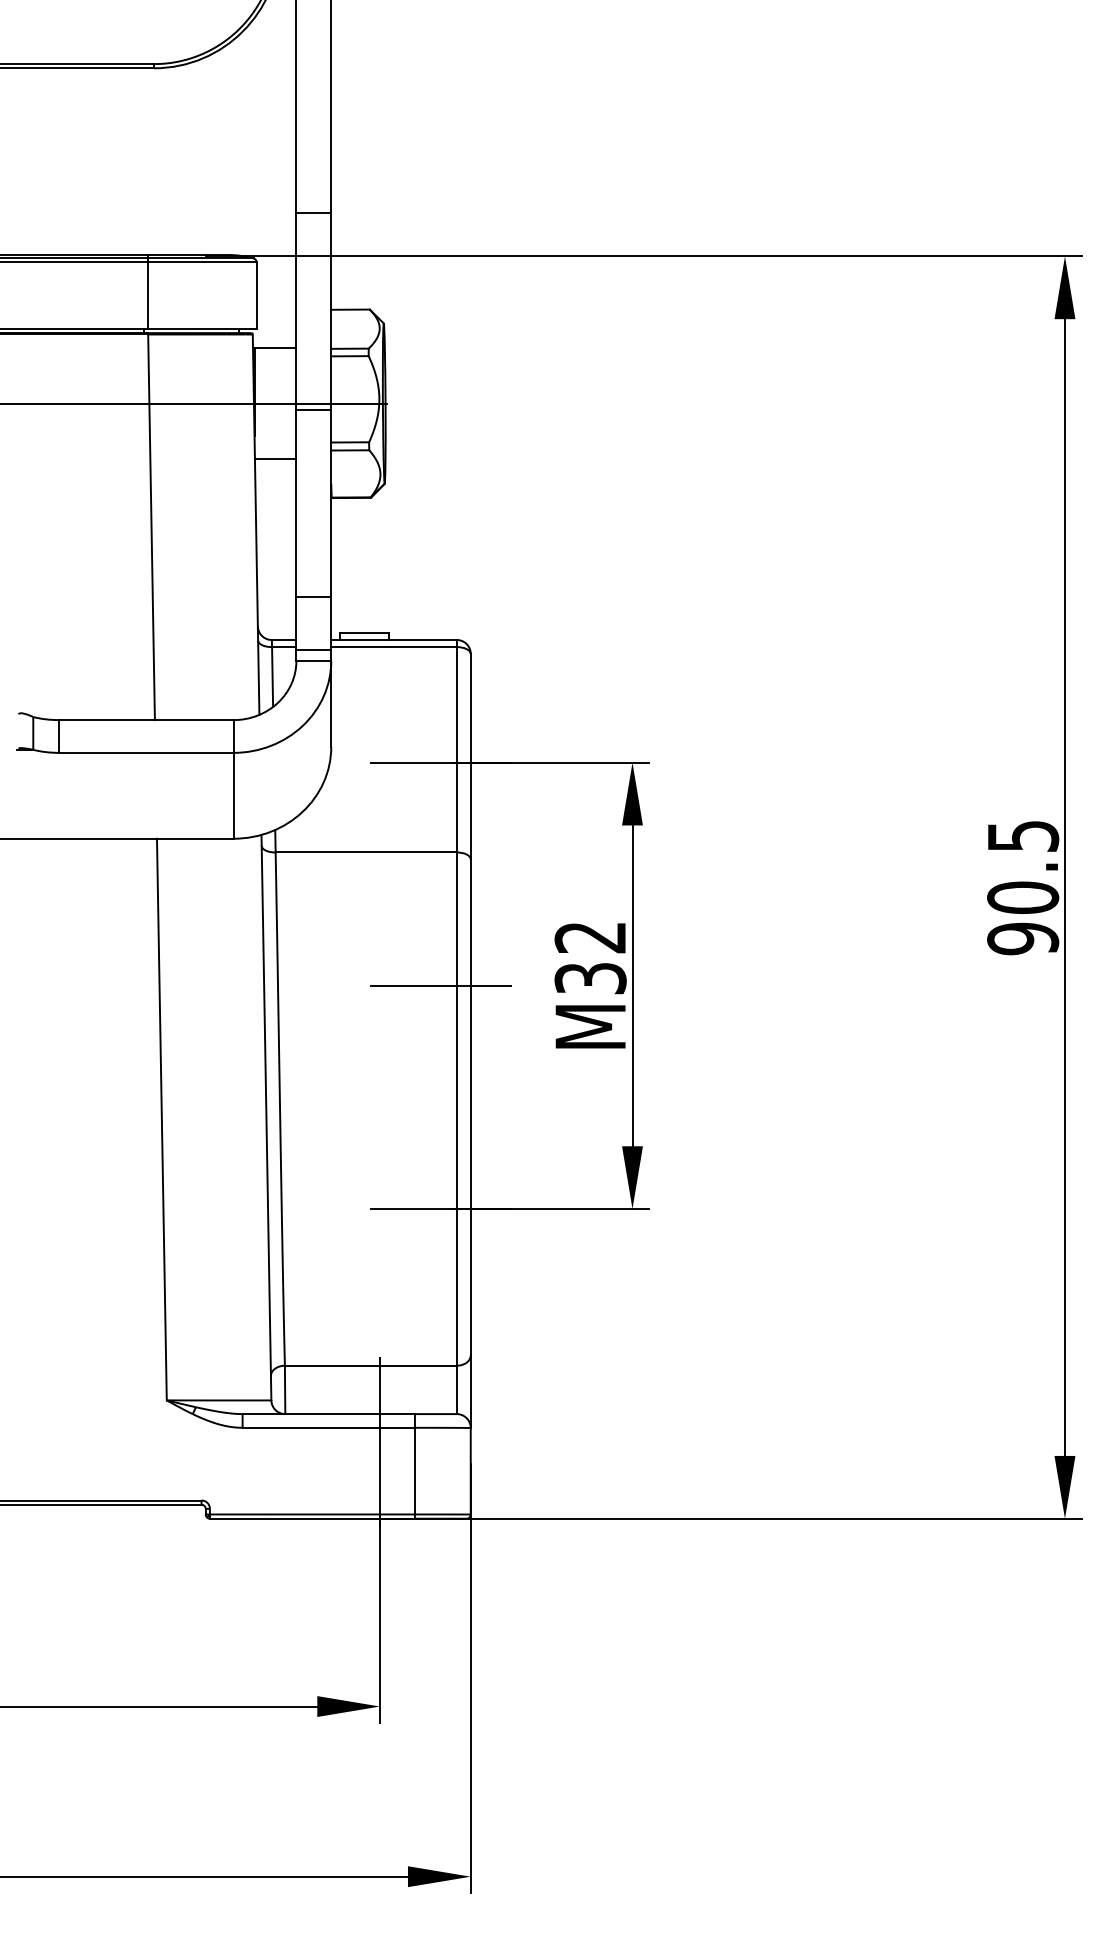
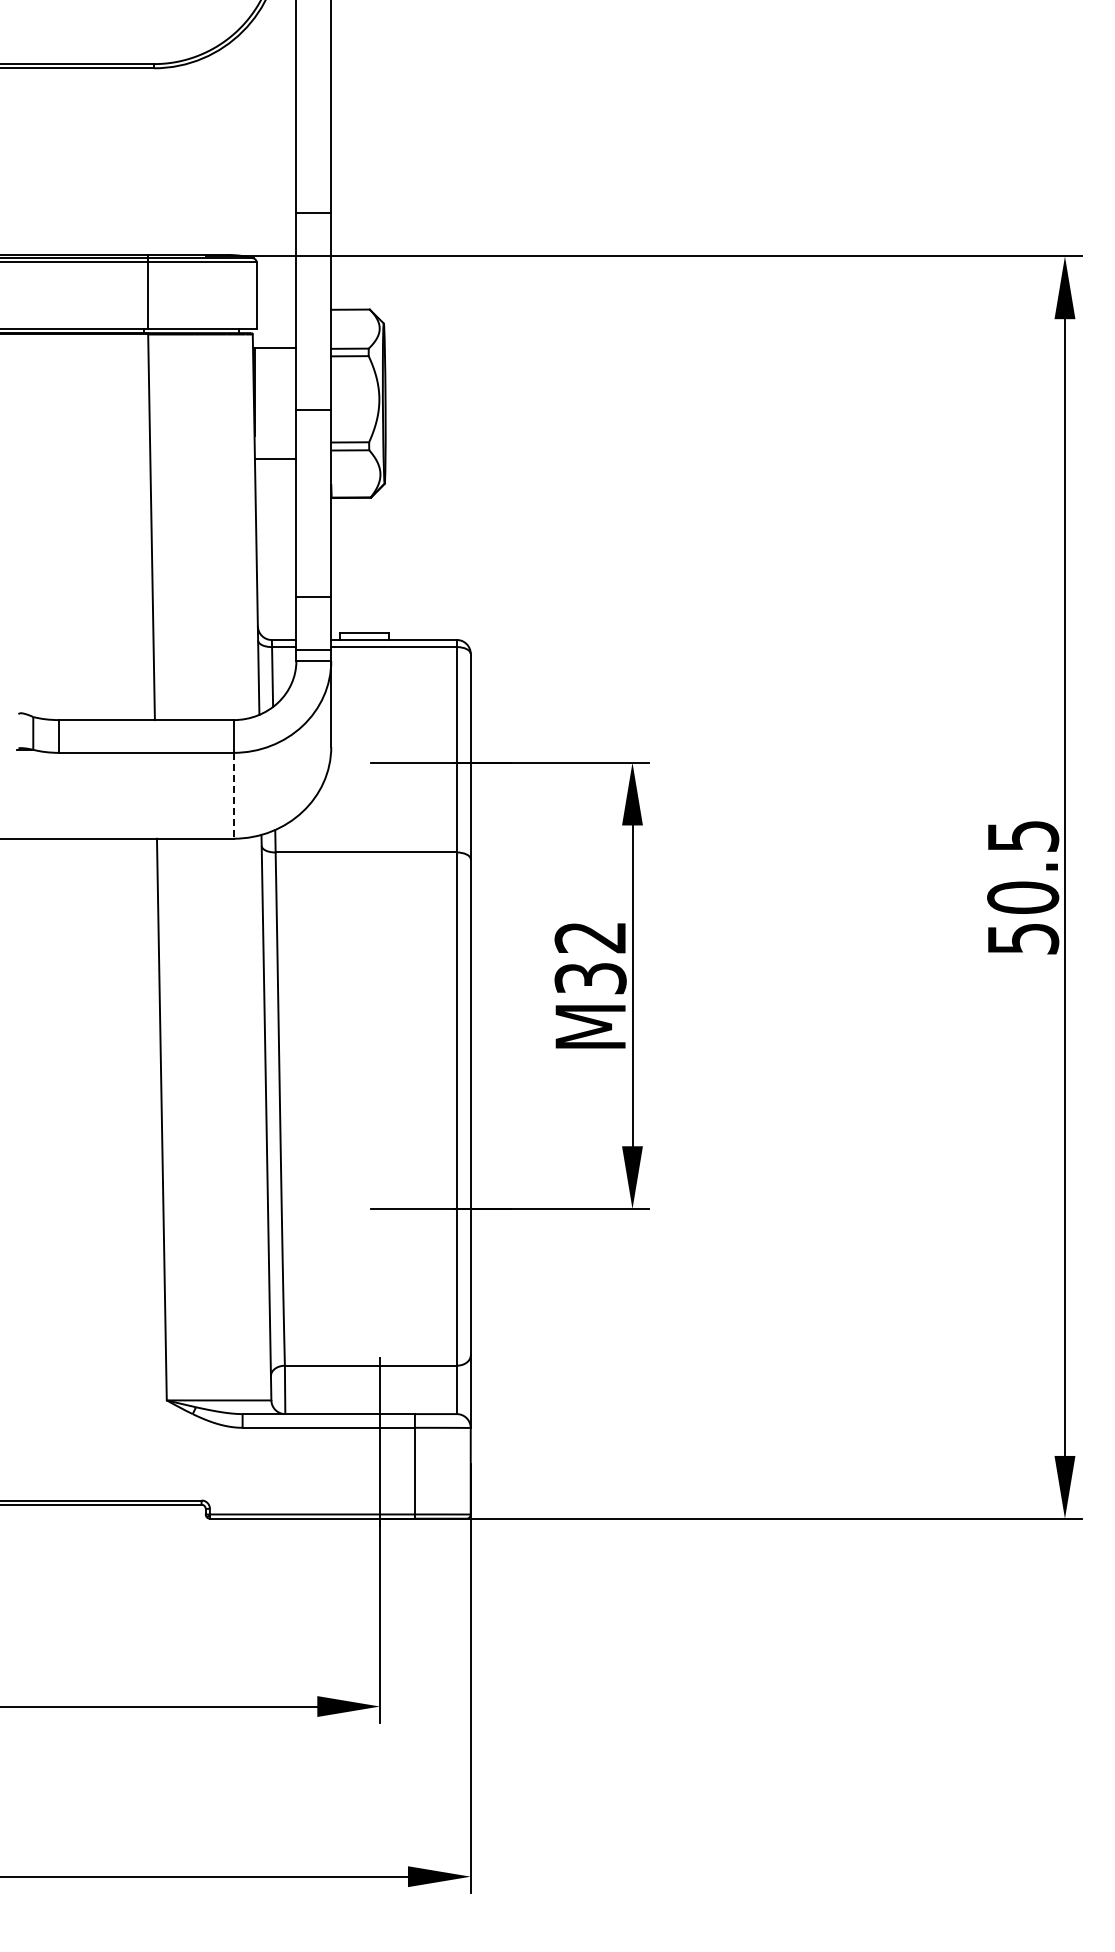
line at (194, 403): present -> none
line at (233, 795): solid -> dashed
text at (1023, 938): 90.5 -> 50.5
line at (440, 985): present -> none
